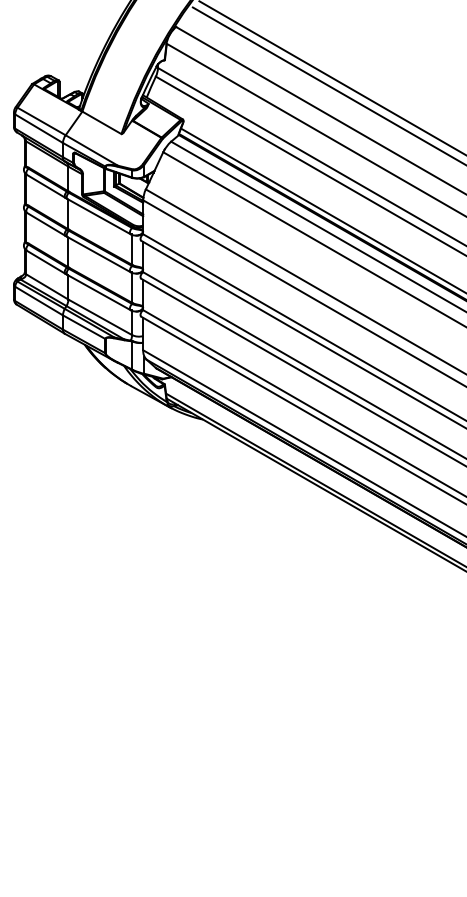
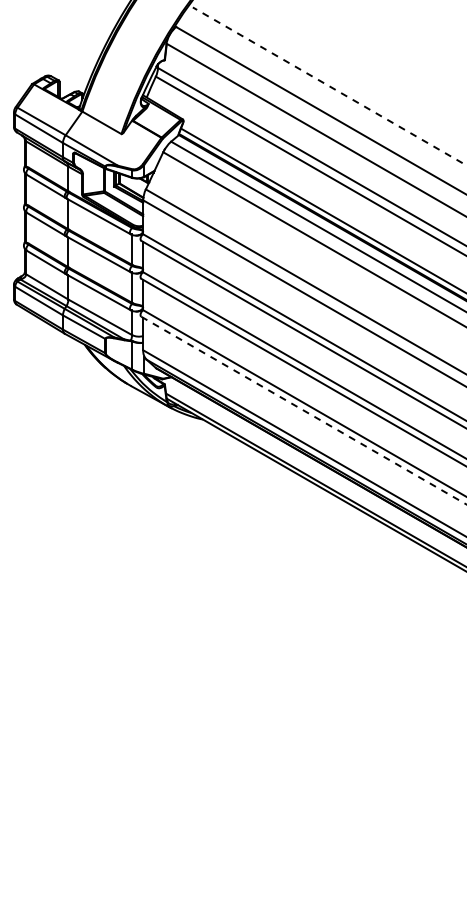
line at (332, 77): present -> none
line at (329, 86): solid -> dashed
line at (303, 410): solid -> dashed
